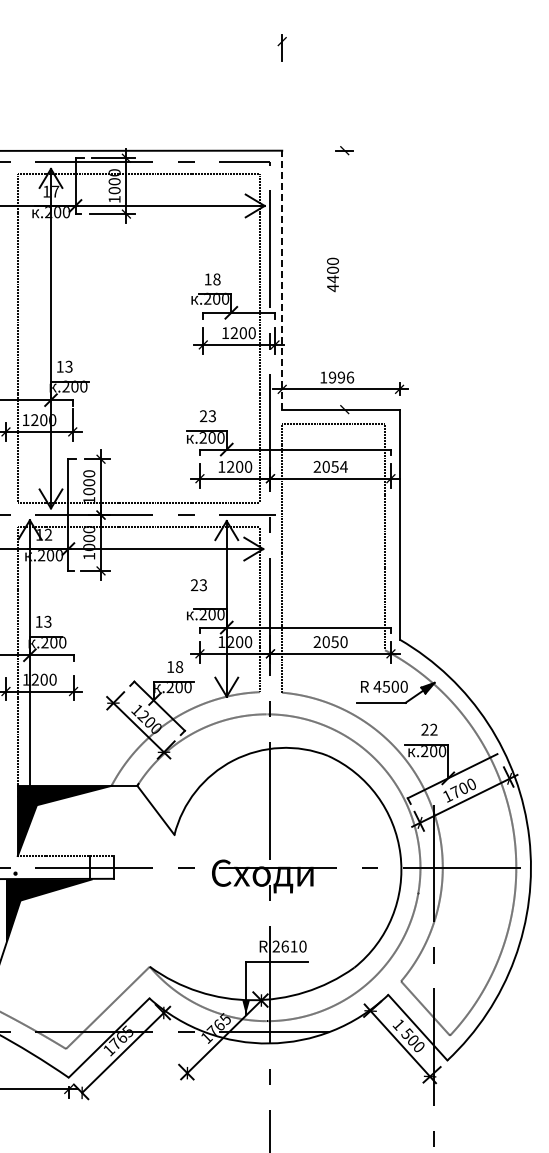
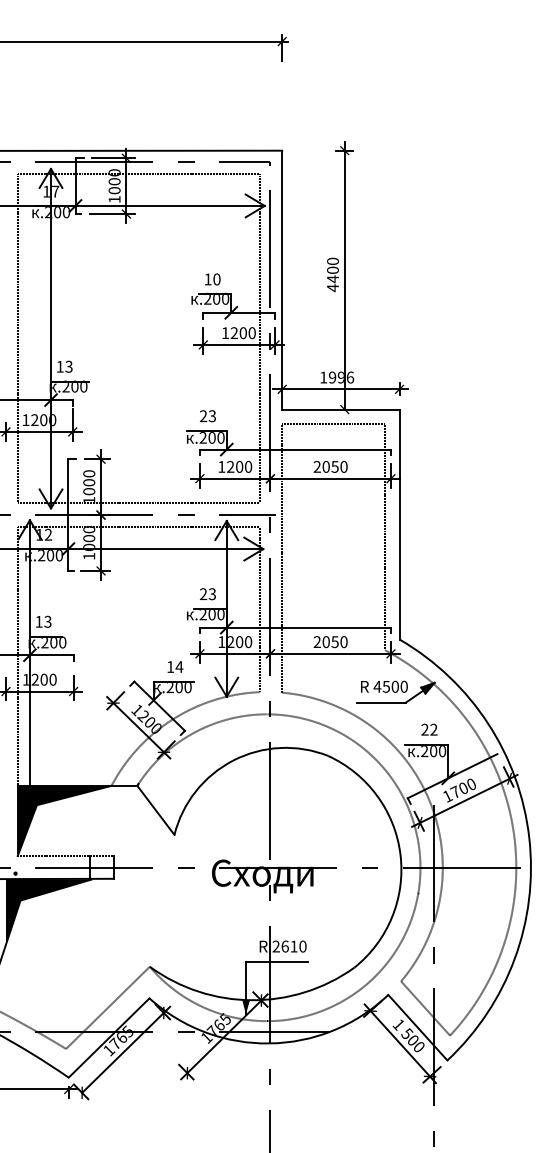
line at (145, 41): none -> present
line at (344, 275): none -> present
text at (216, 279): 18 -> 10
line at (282, 279): dashed -> solid
text at (343, 466): 2054 -> 2050
text at (198, 585) position: (198, 585) -> (207, 594)
text at (179, 667): 18 -> 14
